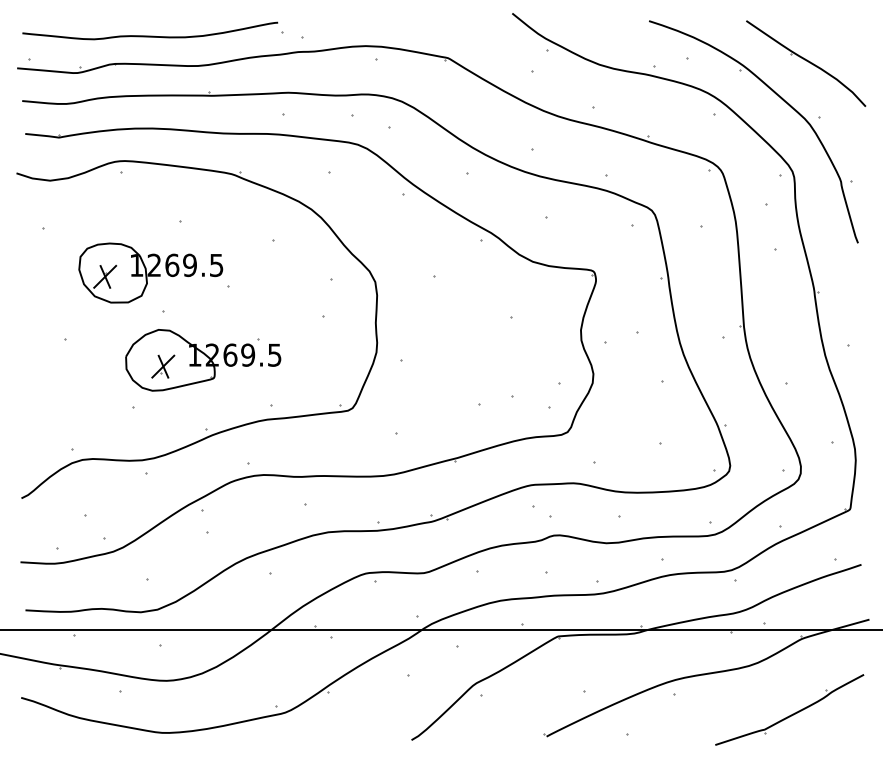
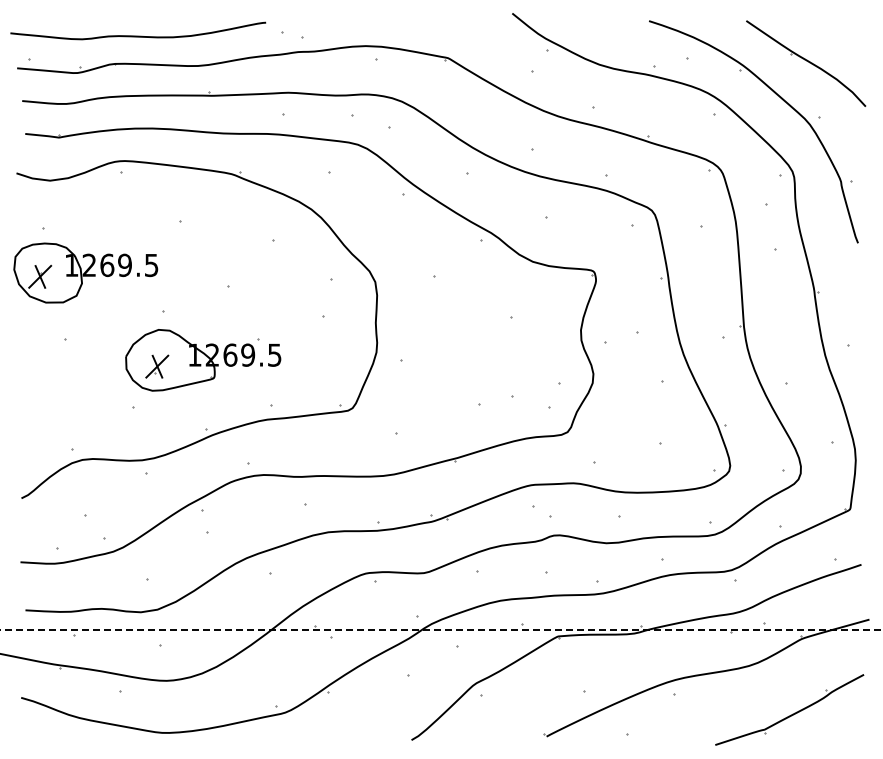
curve at (150, 35) position: (150, 35) -> (138, 35)
part at (150, 272) position: (150, 272) -> (85, 272)
part at (163, 366) position: (163, 366) -> (157, 366)
line at (441, 629): solid -> dashed
